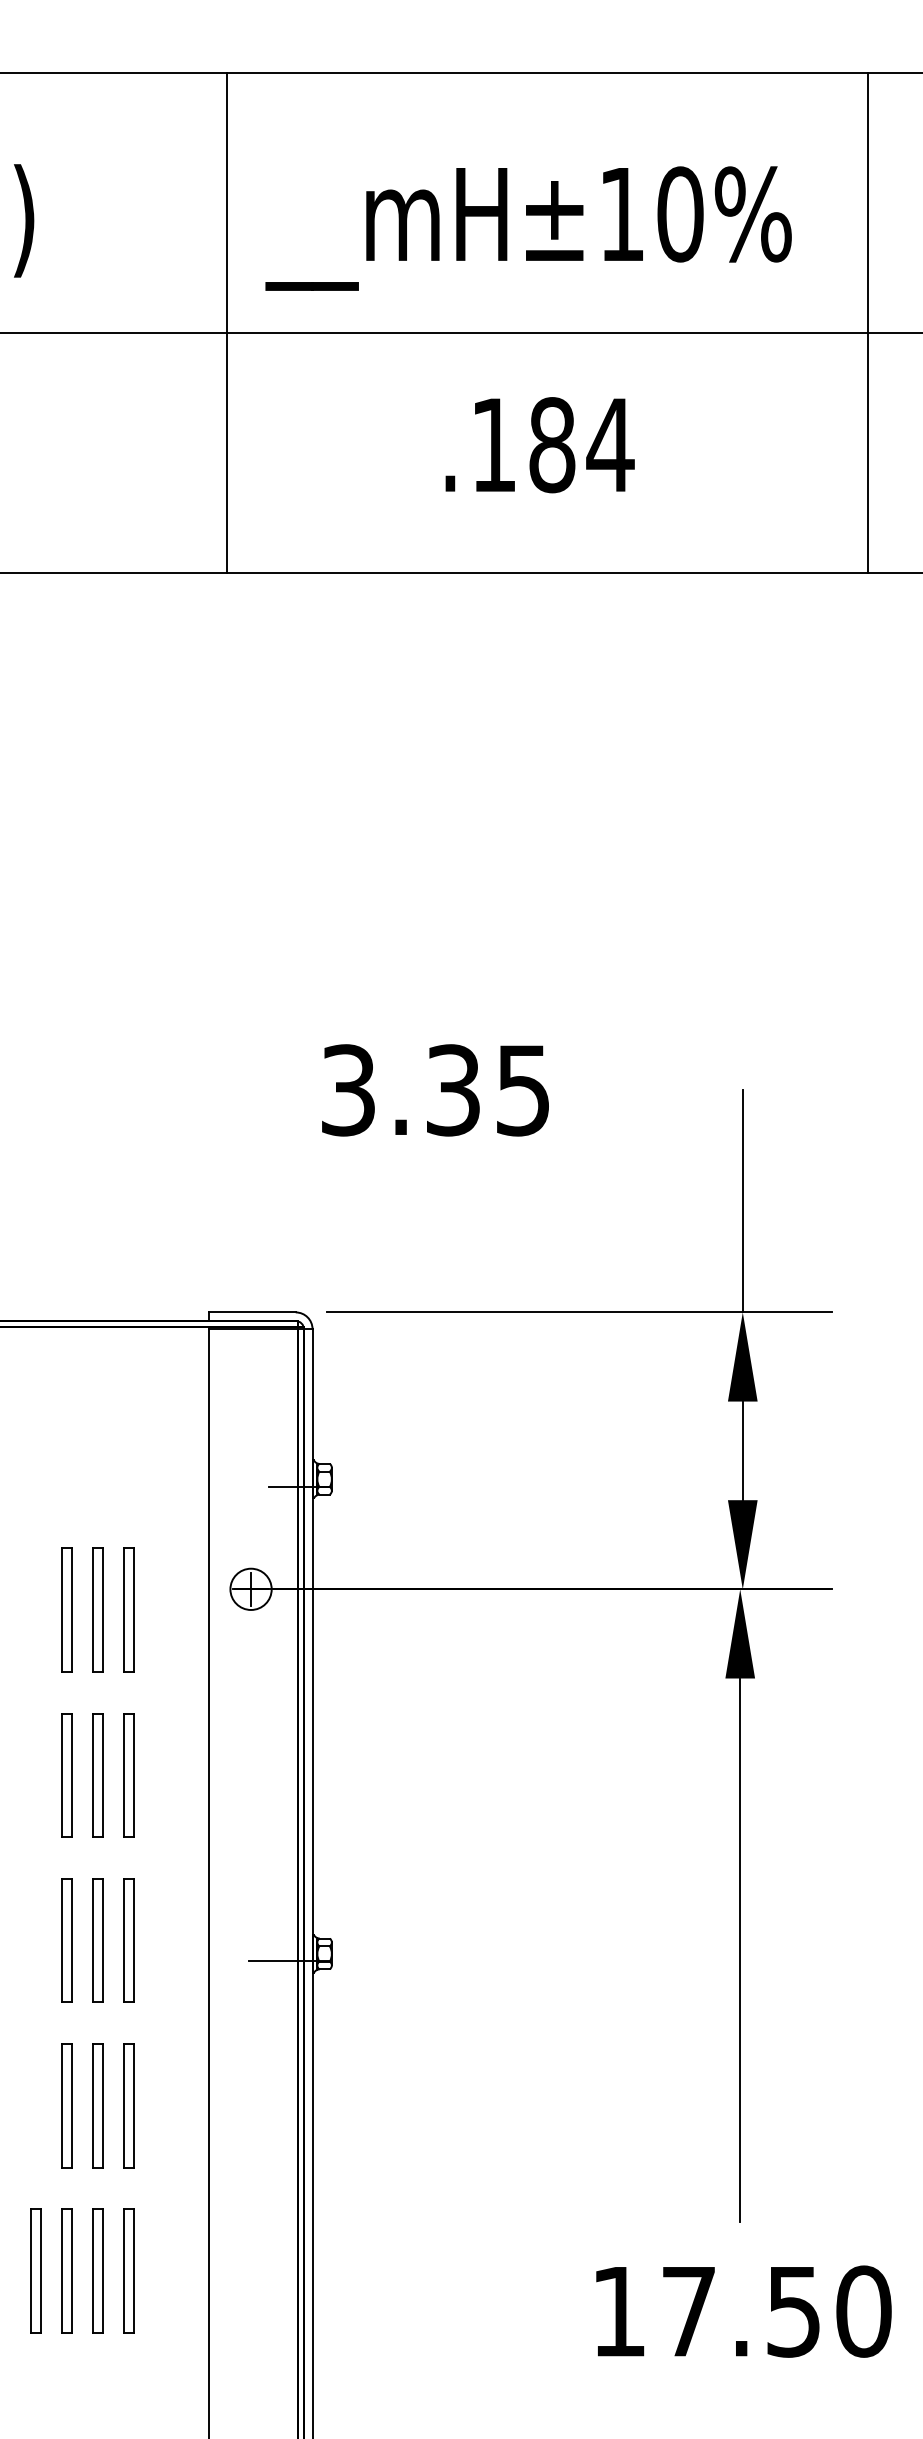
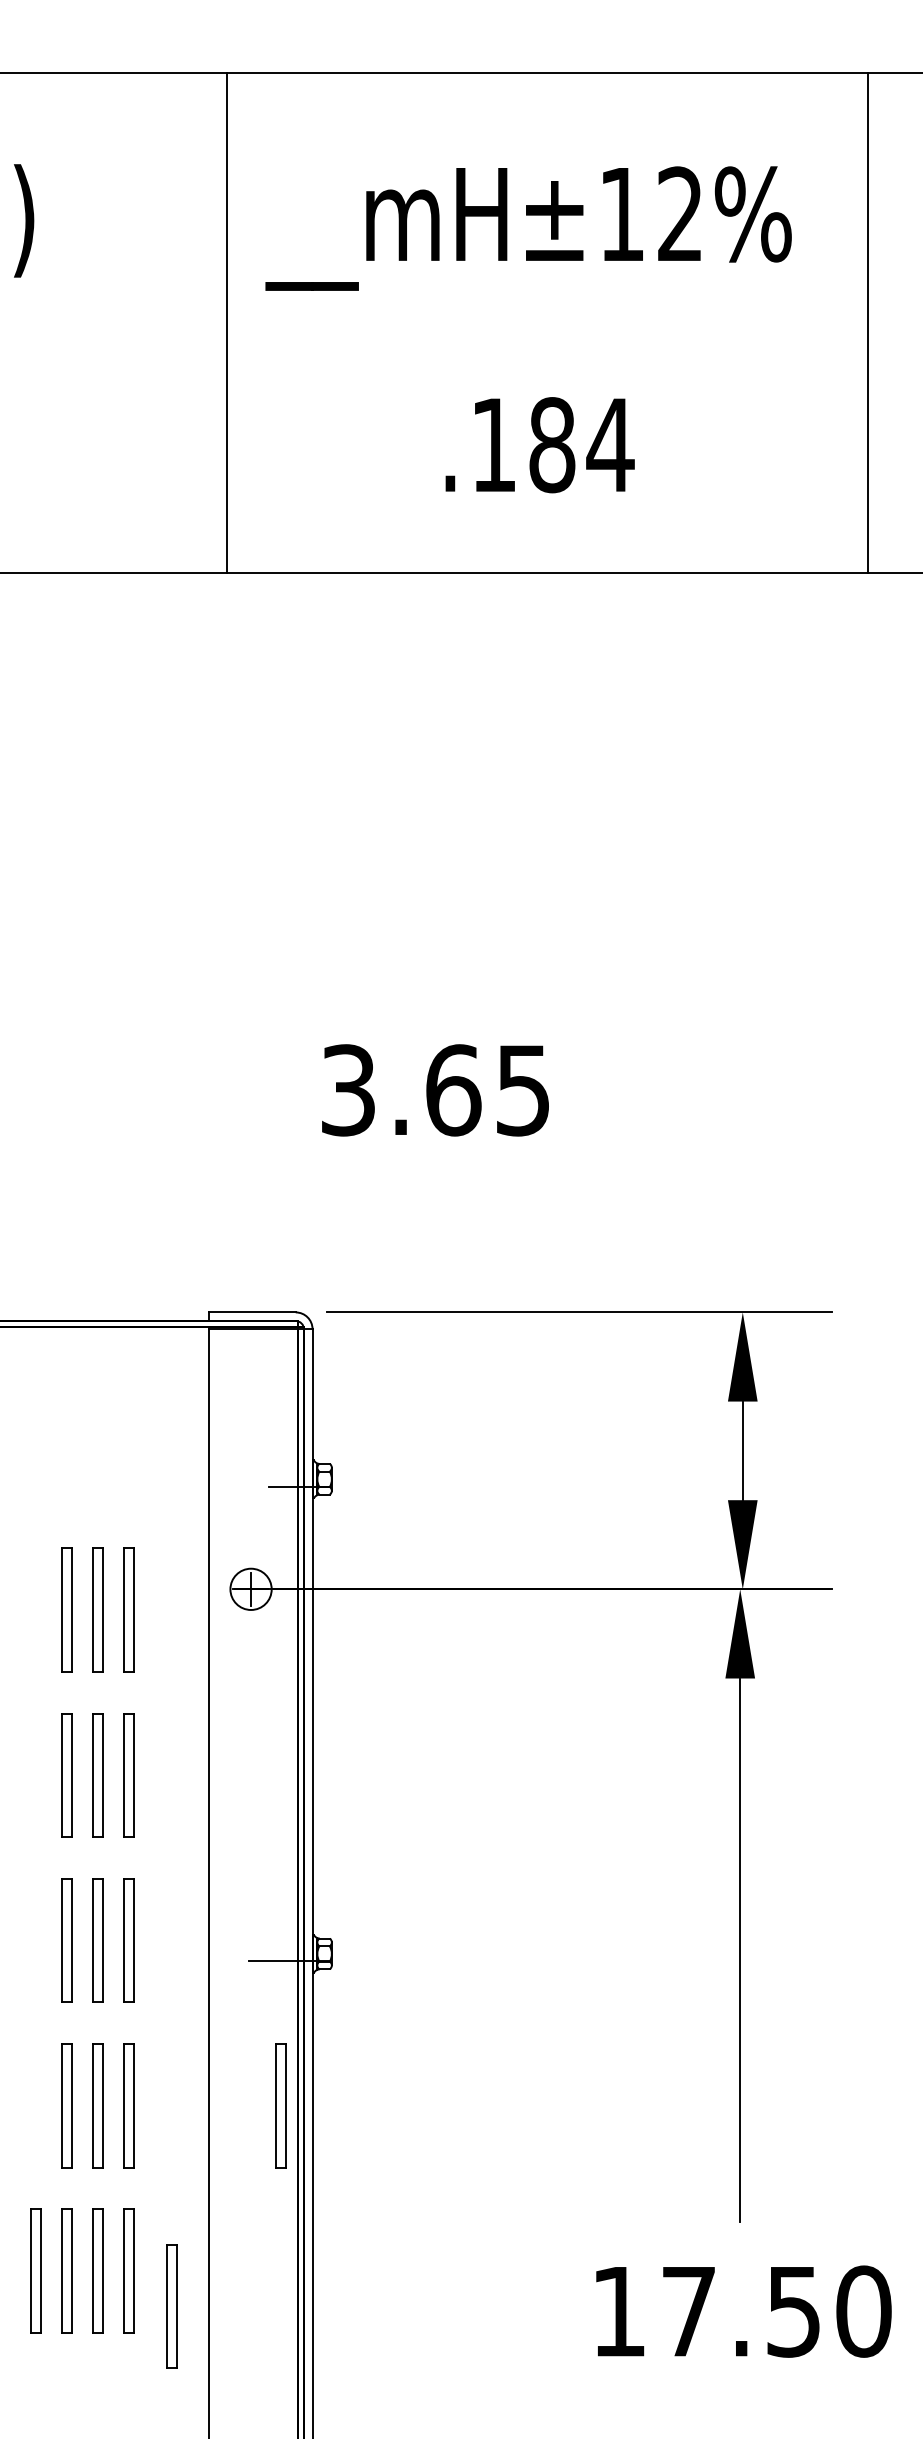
text at (680, 214): __mH±10% -> __mH±12%
line at (460, 333): present -> none
text at (453, 1090): 3.35 -> 3.65
line at (742, 1201): present -> none
part at (280, 2105): none -> present
part at (171, 2306): none -> present
